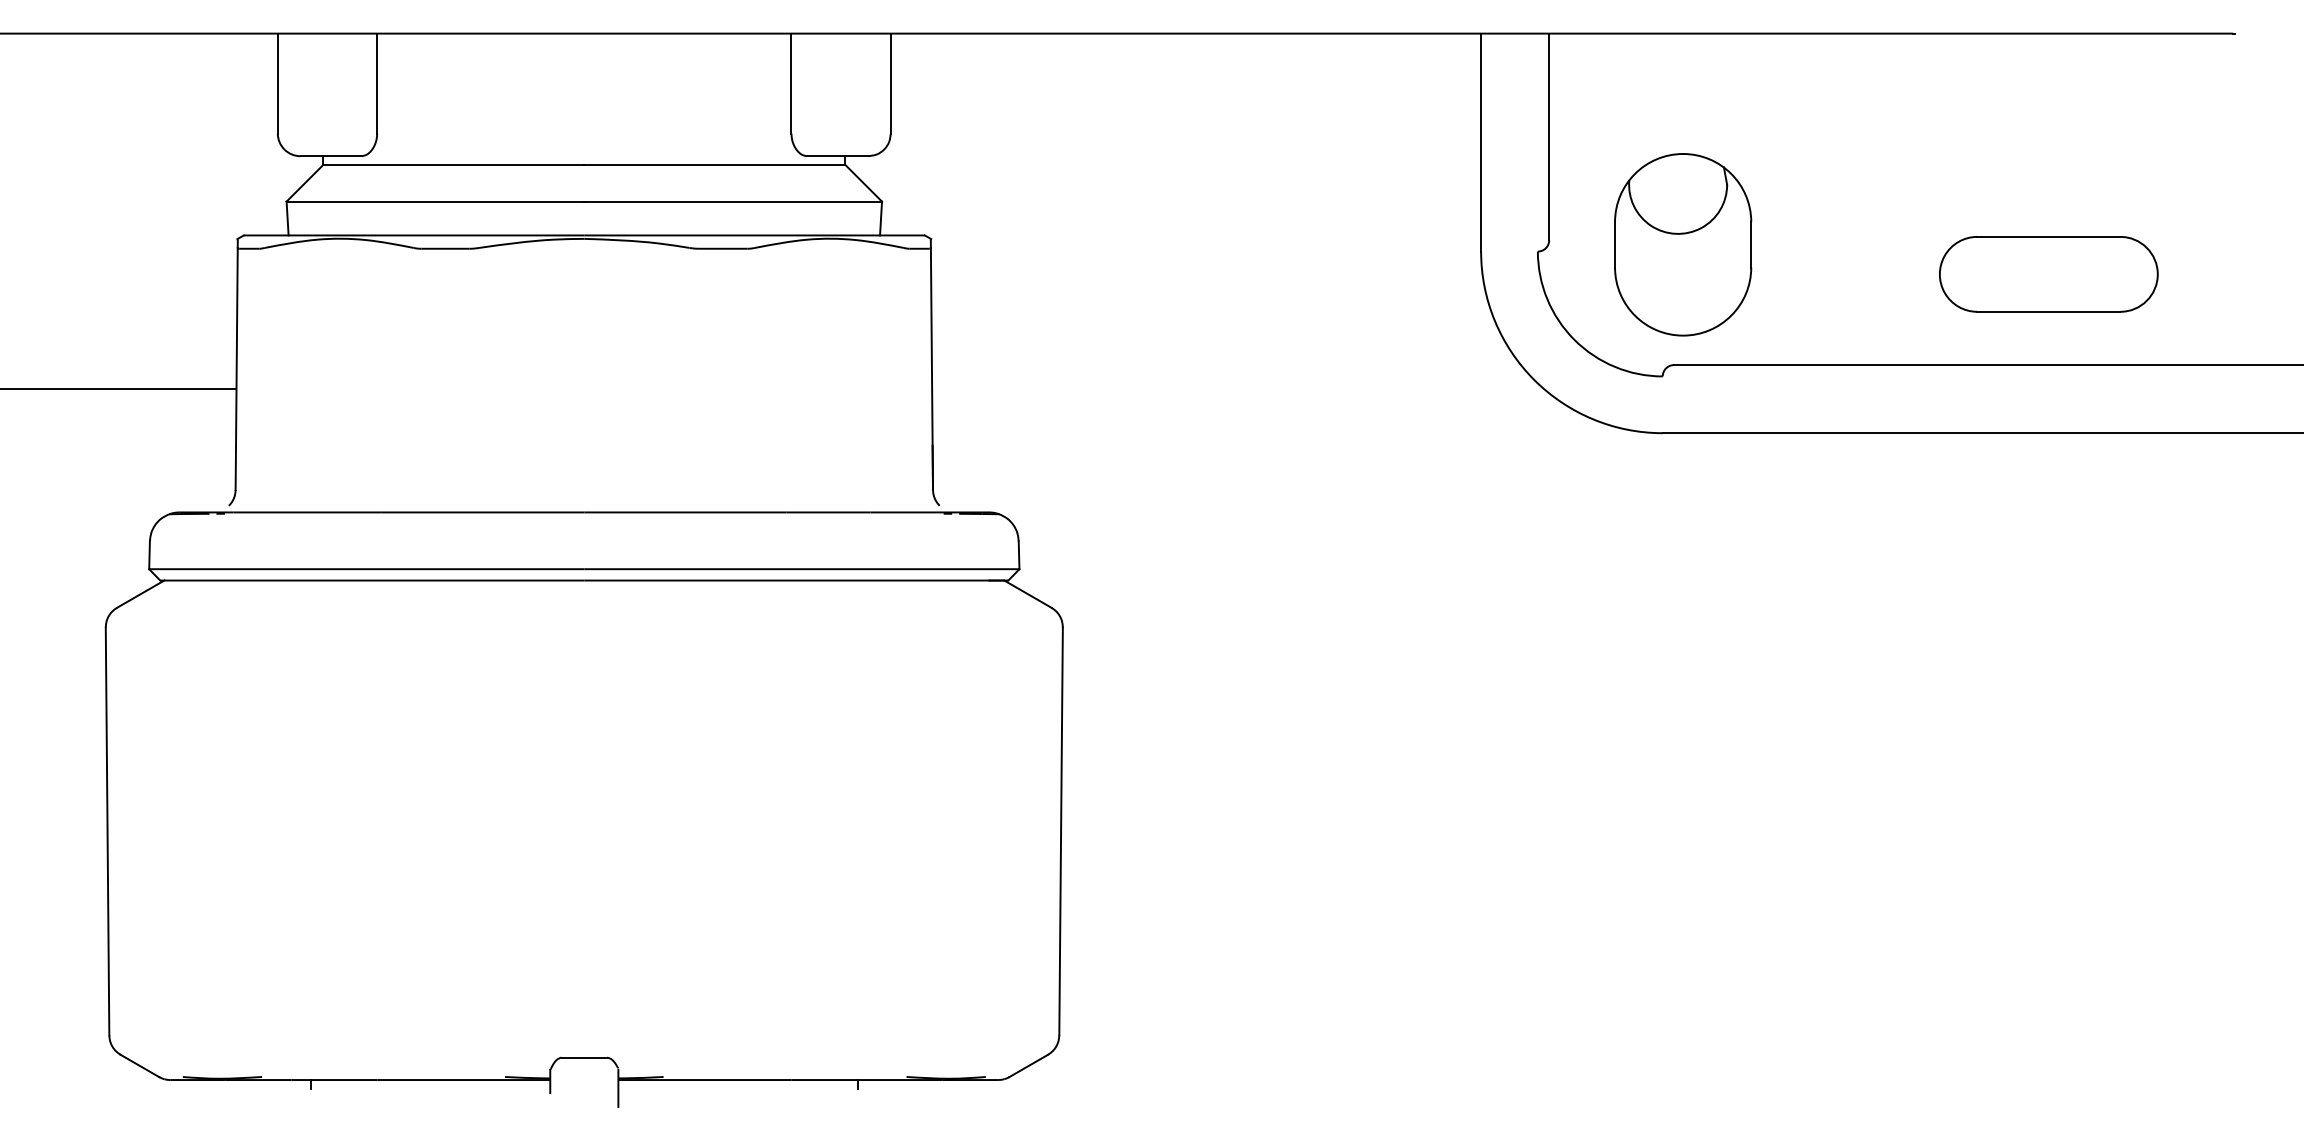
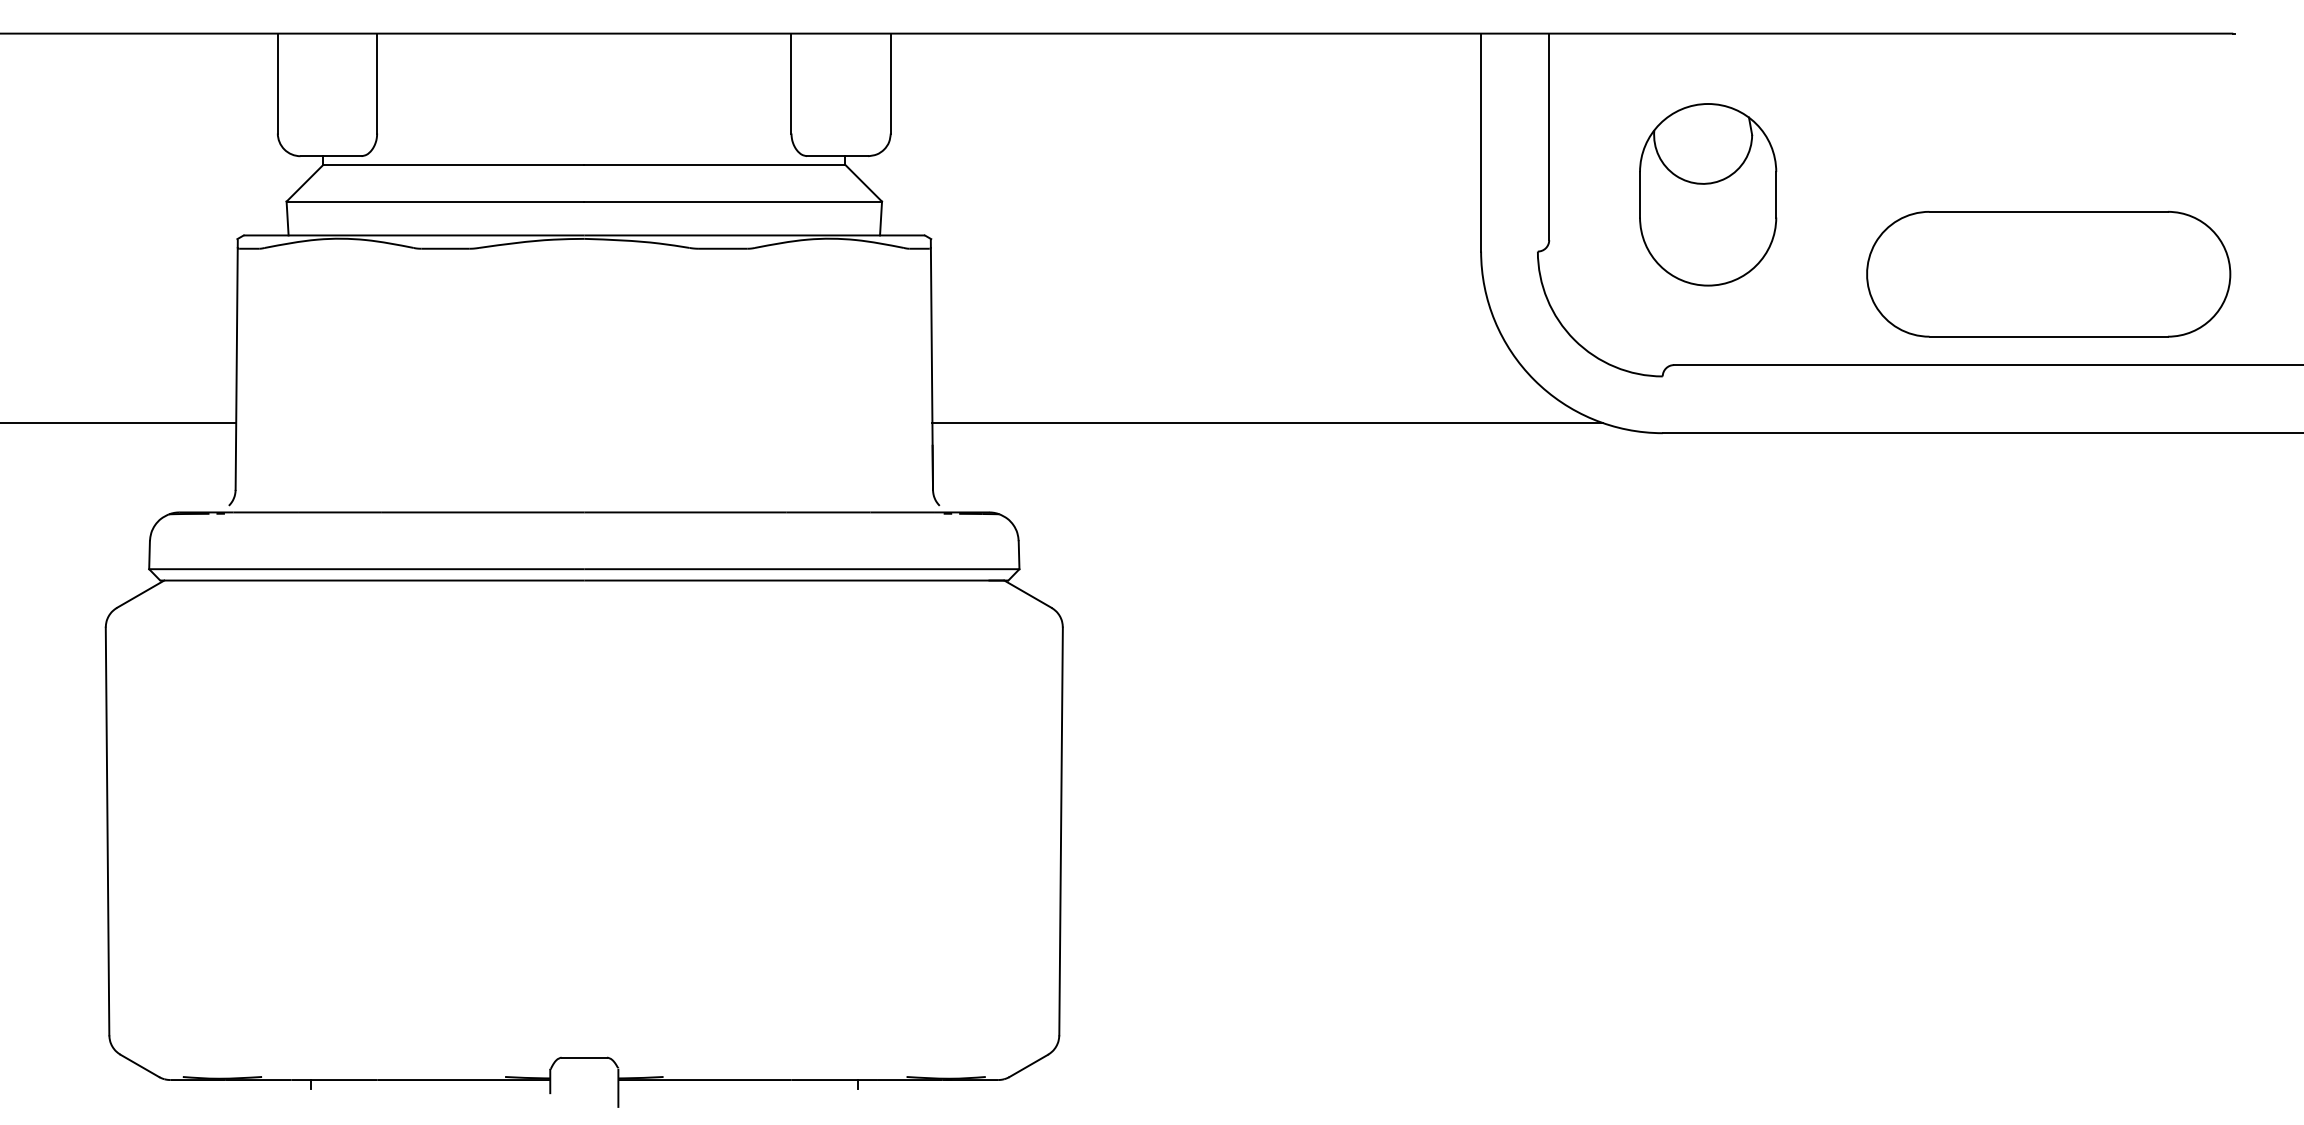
part at (1683, 244) position: (1683, 244) -> (1708, 194)
part at (2048, 274) size: 220x77 px -> 366x127 px
line at (119, 389) position: (119, 389) -> (119, 423)
line at (1267, 423): none -> present
